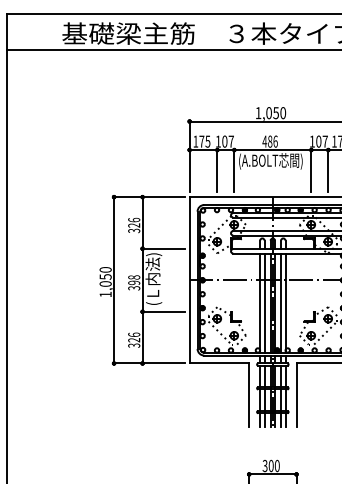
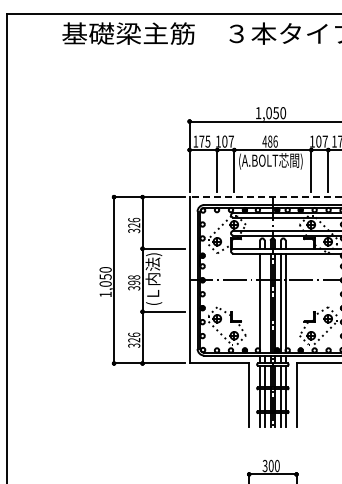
line at (172, 50): present -> none
line at (265, 197): solid -> dashed
line at (264, 302): present -> none
